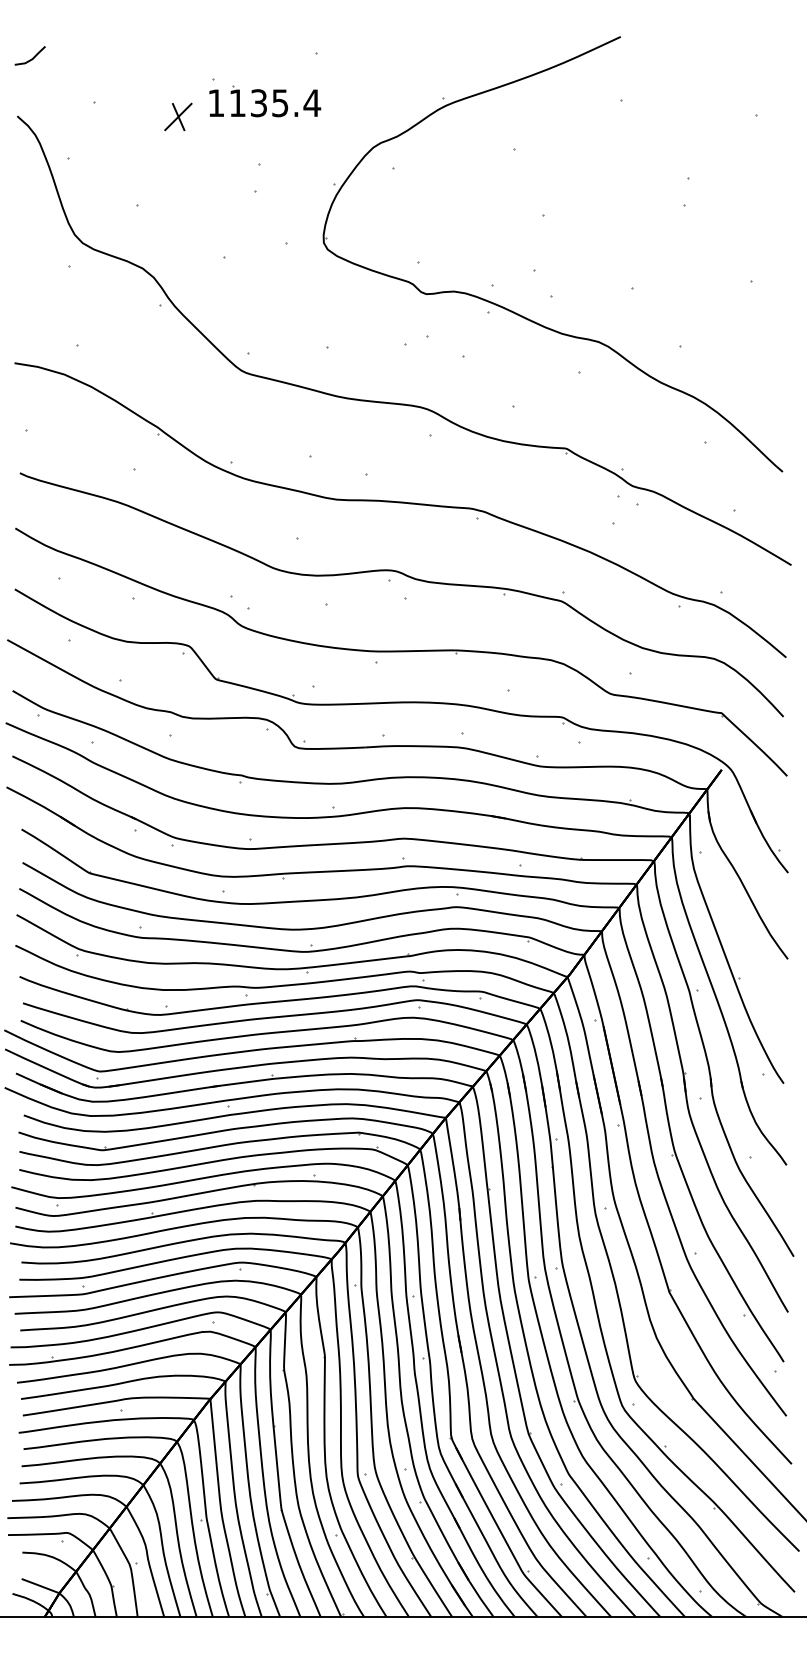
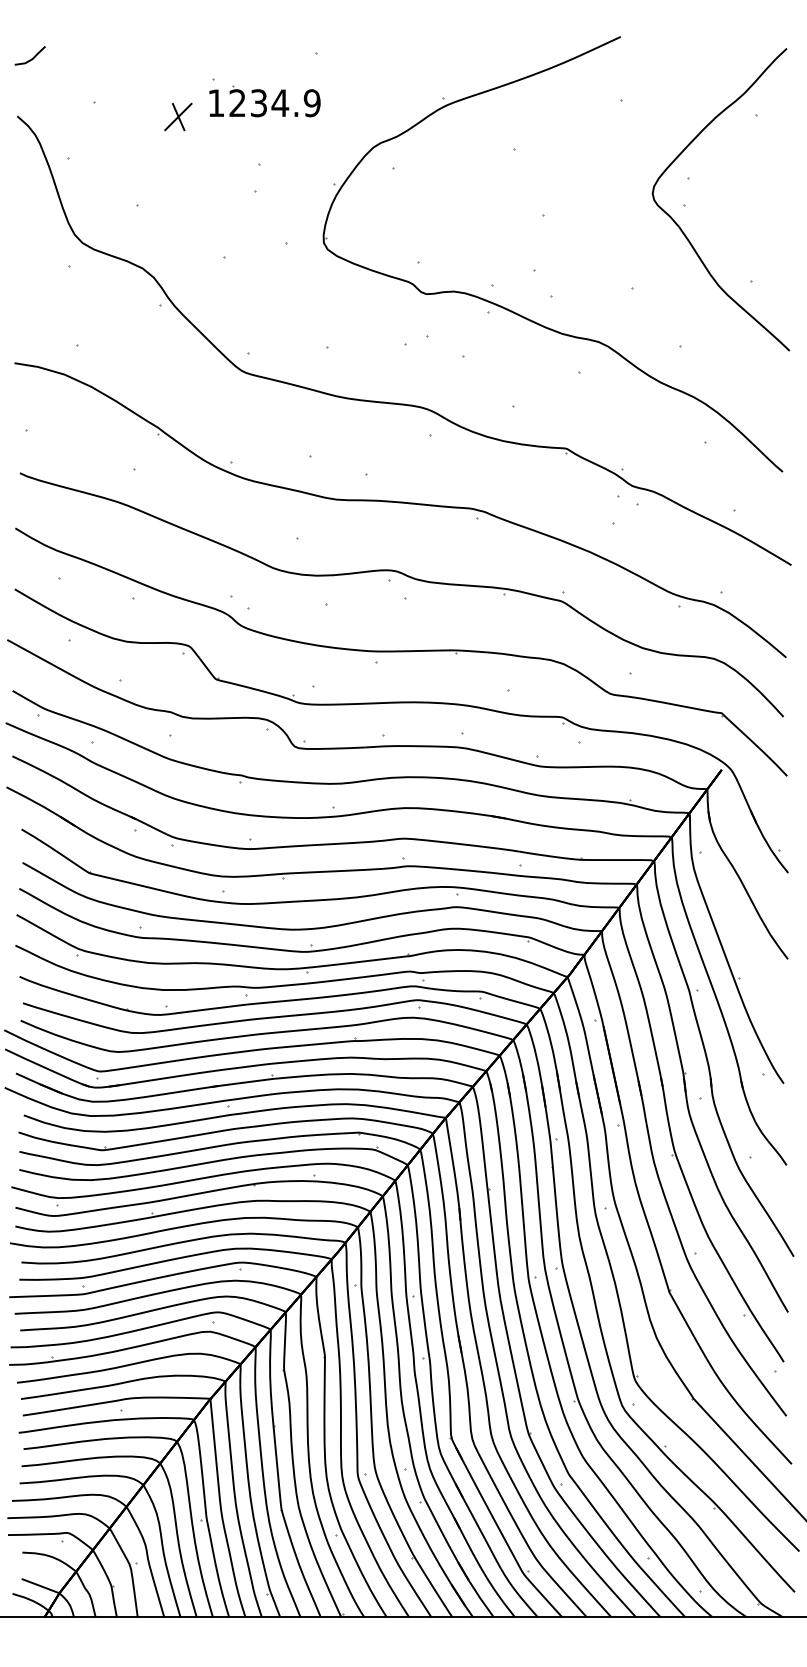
text at (275, 103): 1135.4 -> 1234.9
curve at (679, 225): none -> present
